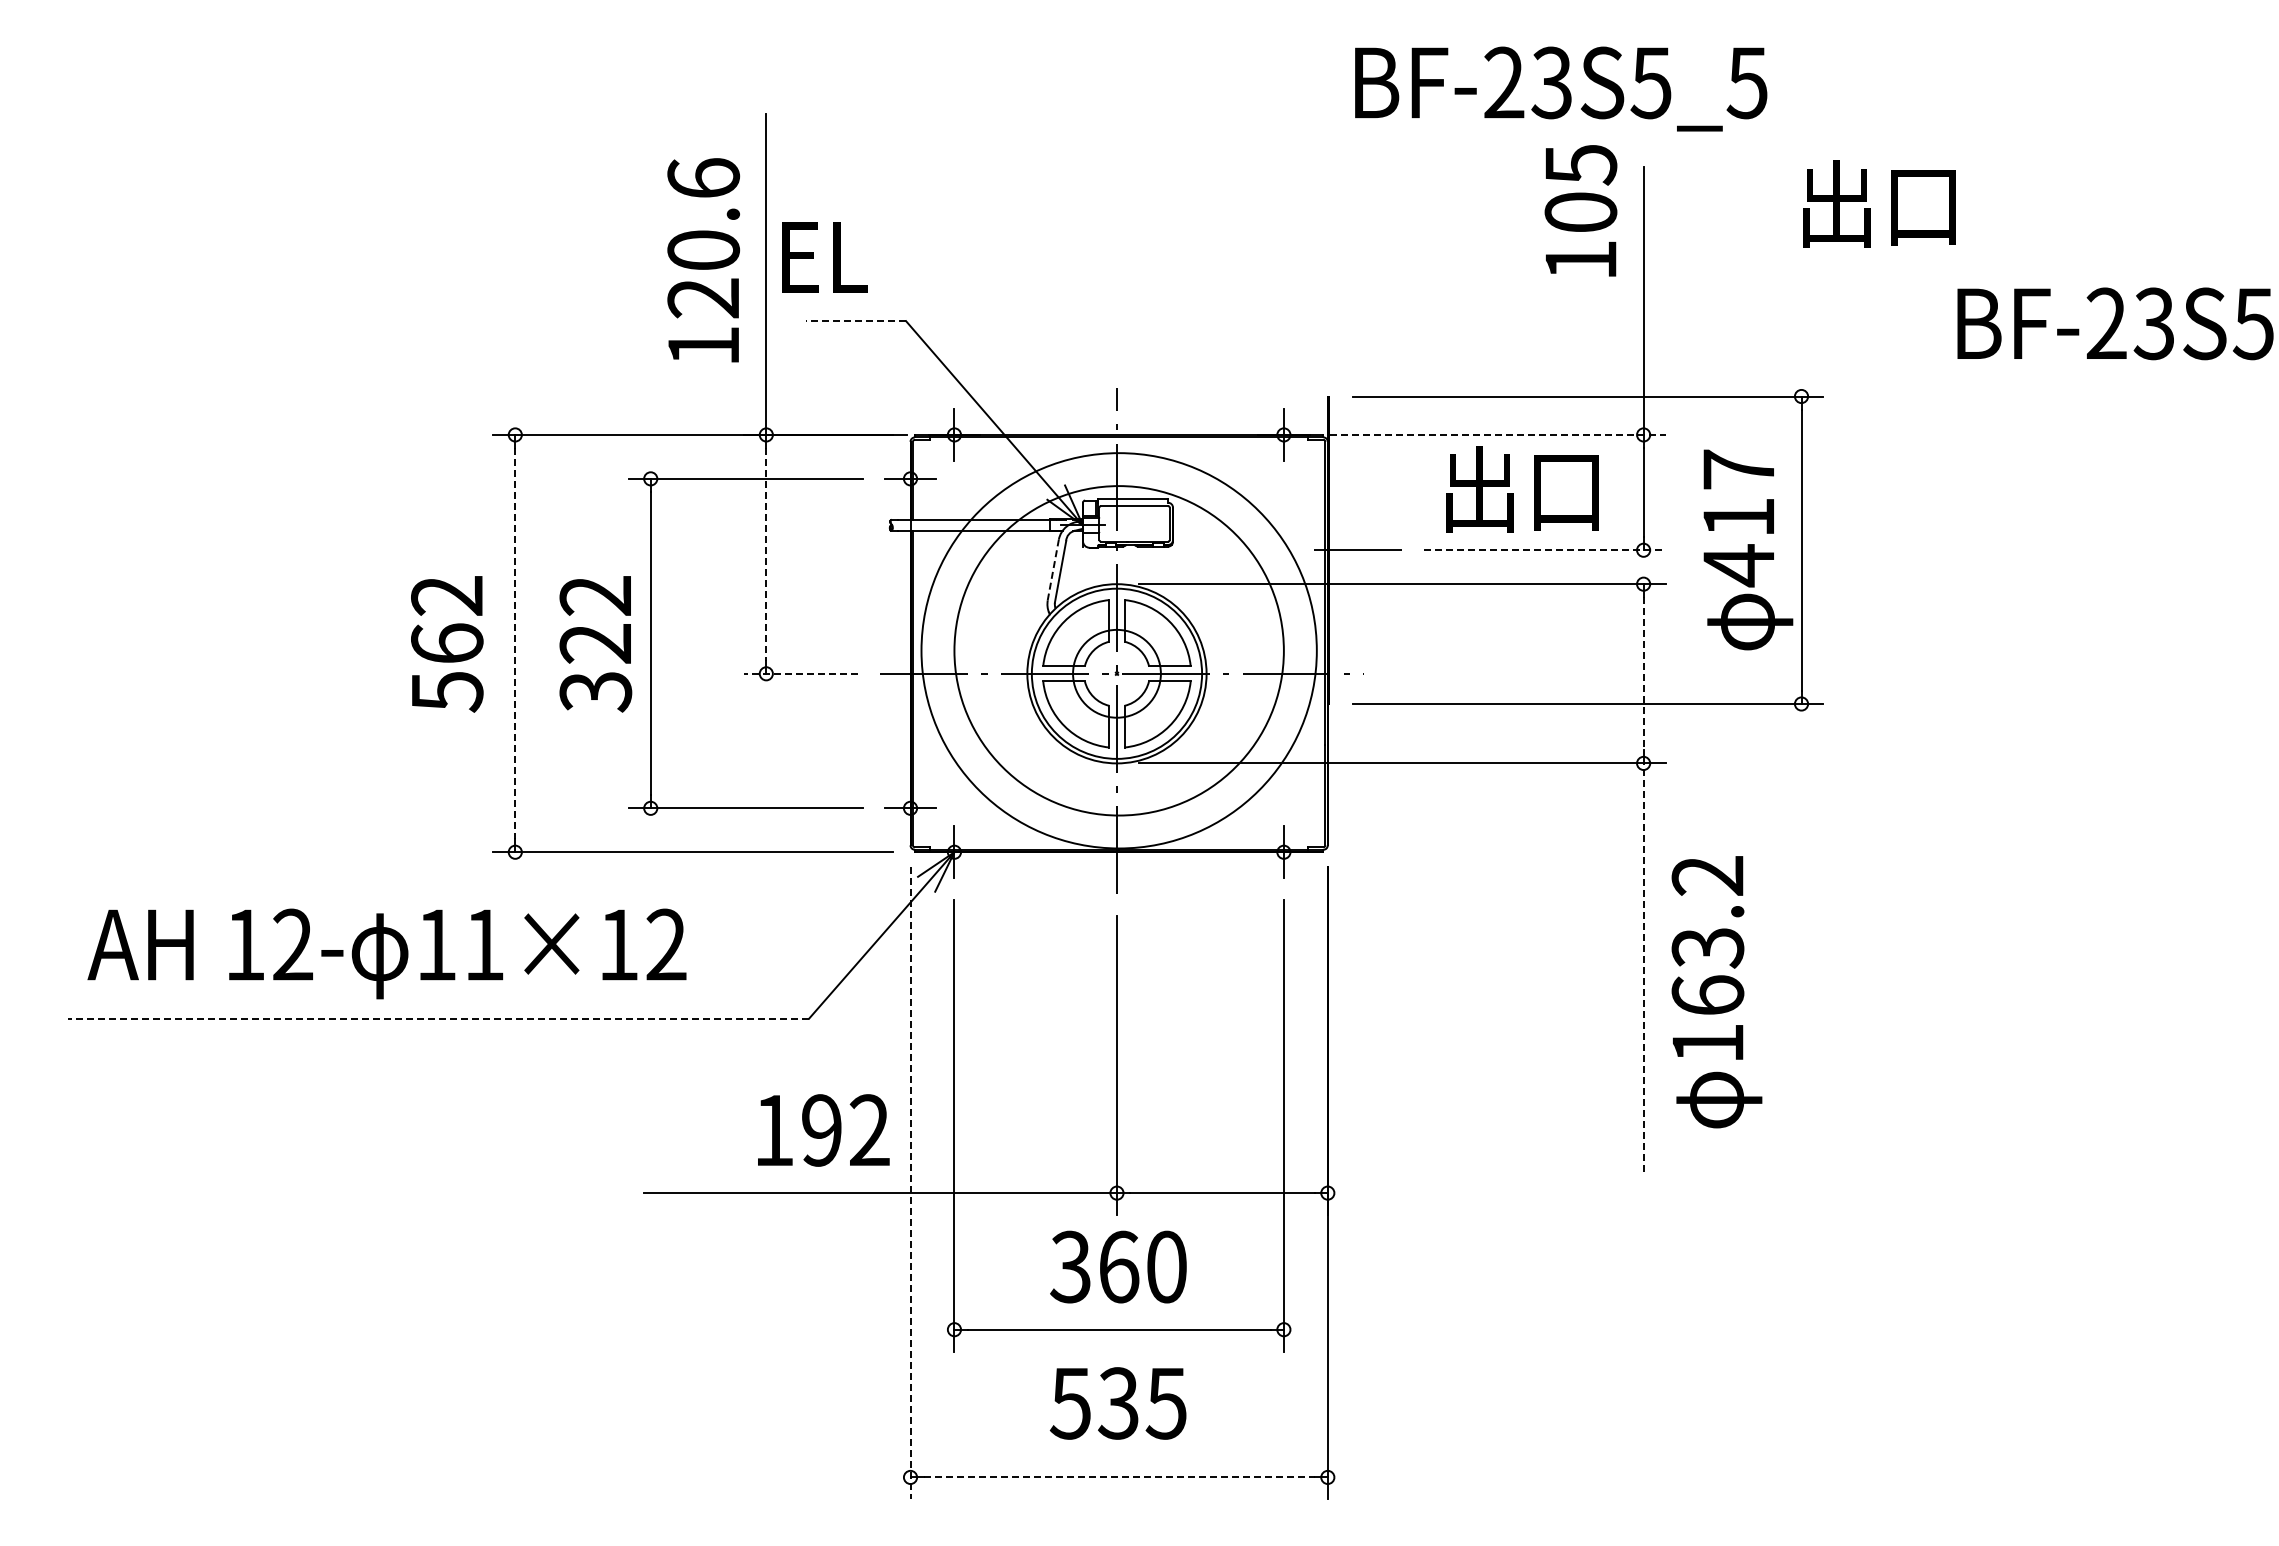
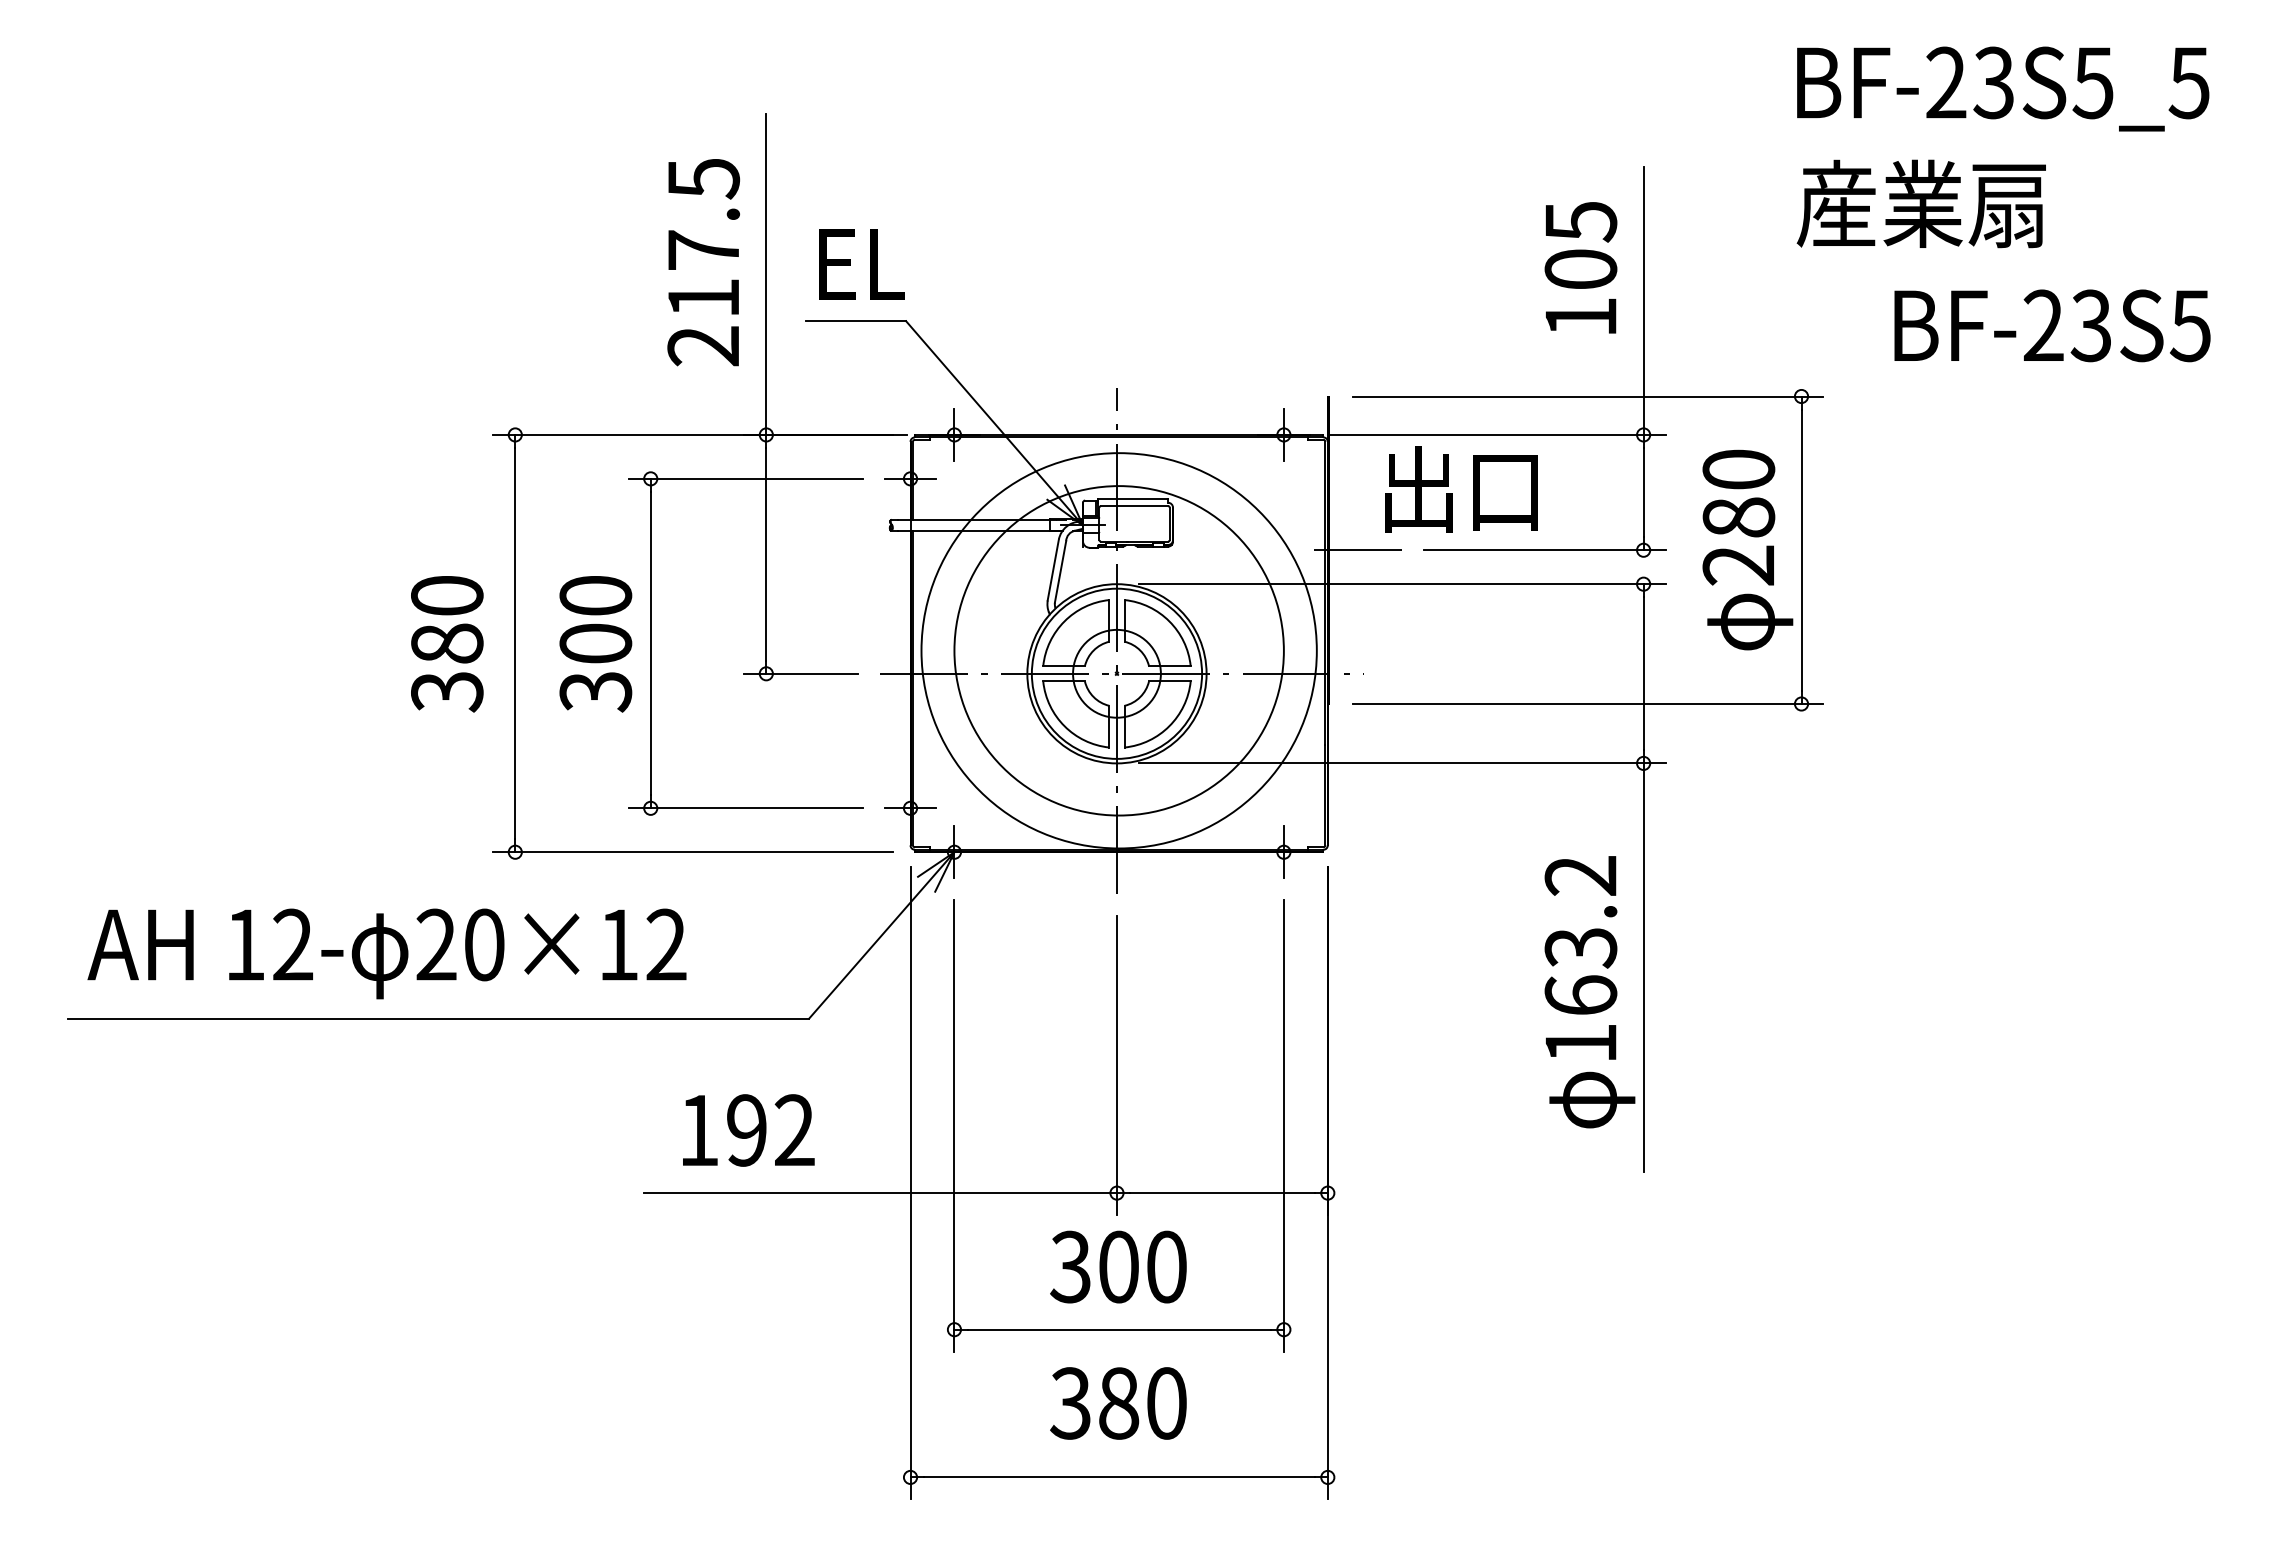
text at (1561, 88) position: (1561, 88) -> (2003, 88)
text at (1920, 203): 出口 -> 産業扇
text at (1580, 210) position: (1580, 210) -> (1580, 267)
text at (824, 257) position: (824, 257) -> (861, 264)
text at (703, 262): 120.6 -> 217.5
line at (855, 321): dashed -> solid
text at (2115, 323) position: (2115, 323) -> (2052, 325)
line at (1497, 434): dashed -> solid
text at (1522, 489) position: (1522, 489) -> (1461, 489)
text at (1738, 518): 417 -> 280
line at (1544, 550): dashed -> solid
line at (766, 554): dashed -> solid
line at (1053, 570): dashed -> solid
text at (595, 619): 322 -> 300
text at (447, 644): 562 -> 380
line at (515, 644): dashed -> solid
line at (801, 673): dashed -> solid
line at (1643, 674): dashed -> solid
text at (460, 944): 11×12 -> 20×12
line at (1643, 967): dashed -> solid
text at (1716, 992) position: (1716, 992) -> (1589, 992)
line at (438, 1018): dashed -> solid
text at (823, 1130) position: (823, 1130) -> (748, 1130)
line at (910, 1183): dashed -> solid
text at (1119, 1266): 360 -> 300
text at (1117, 1403): 535 -> 380
line at (1119, 1477): dashed -> solid
